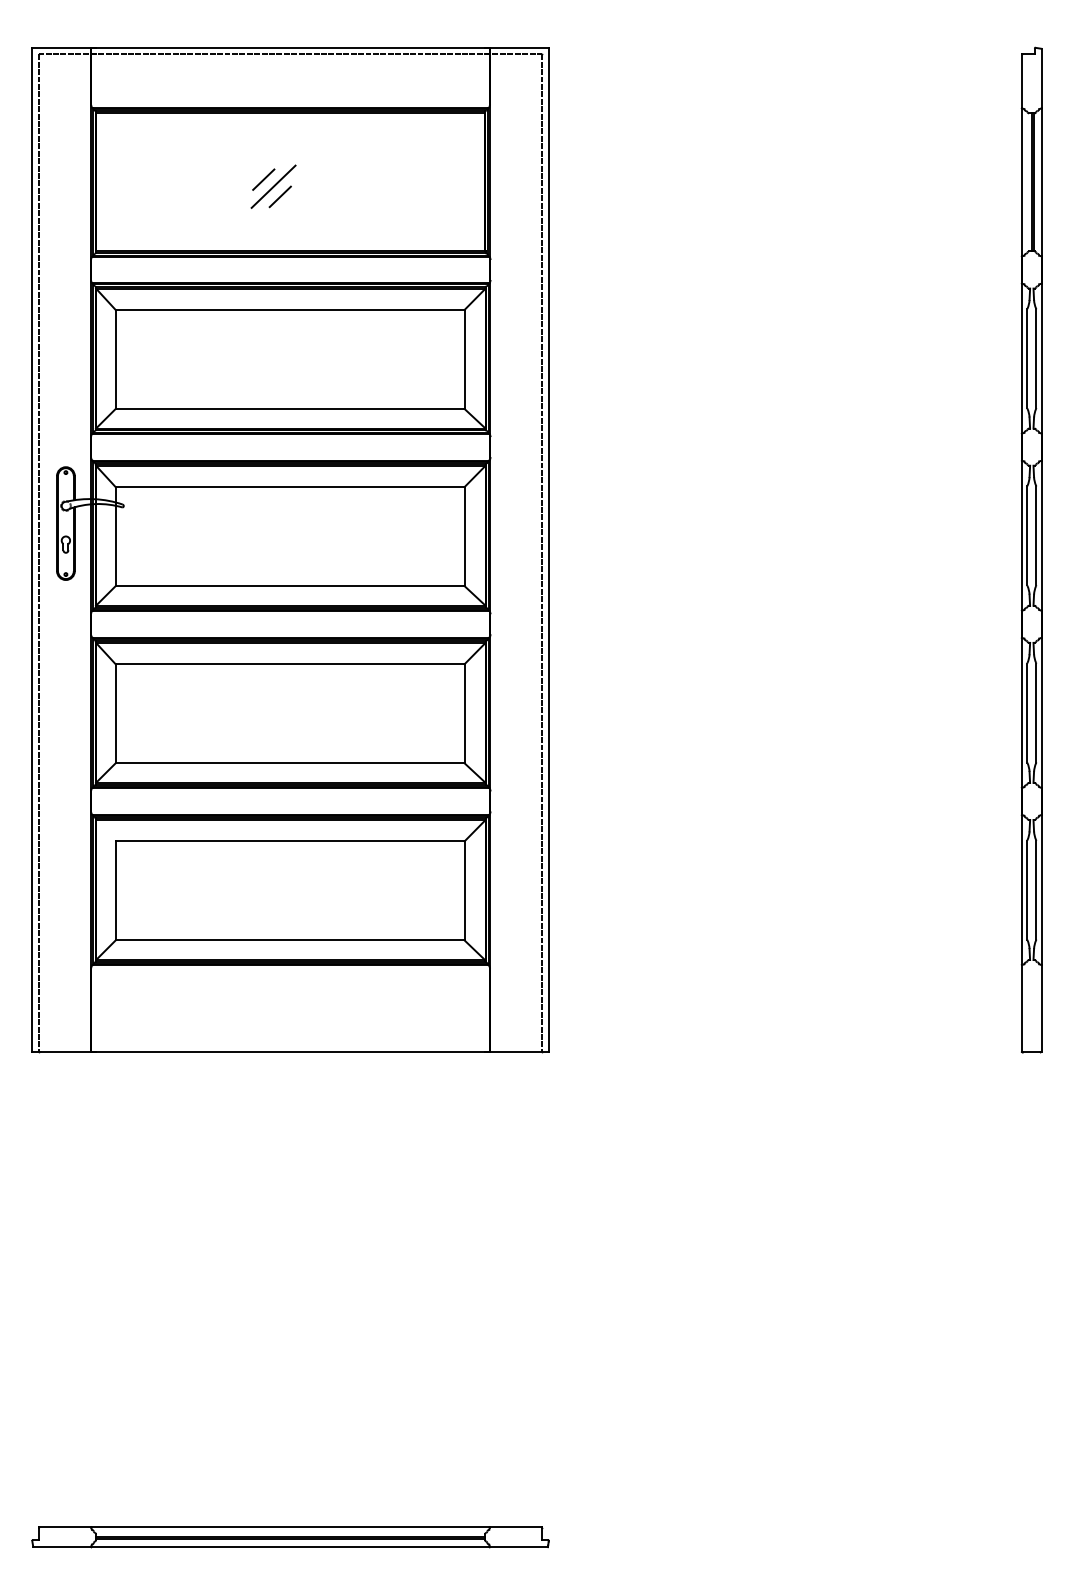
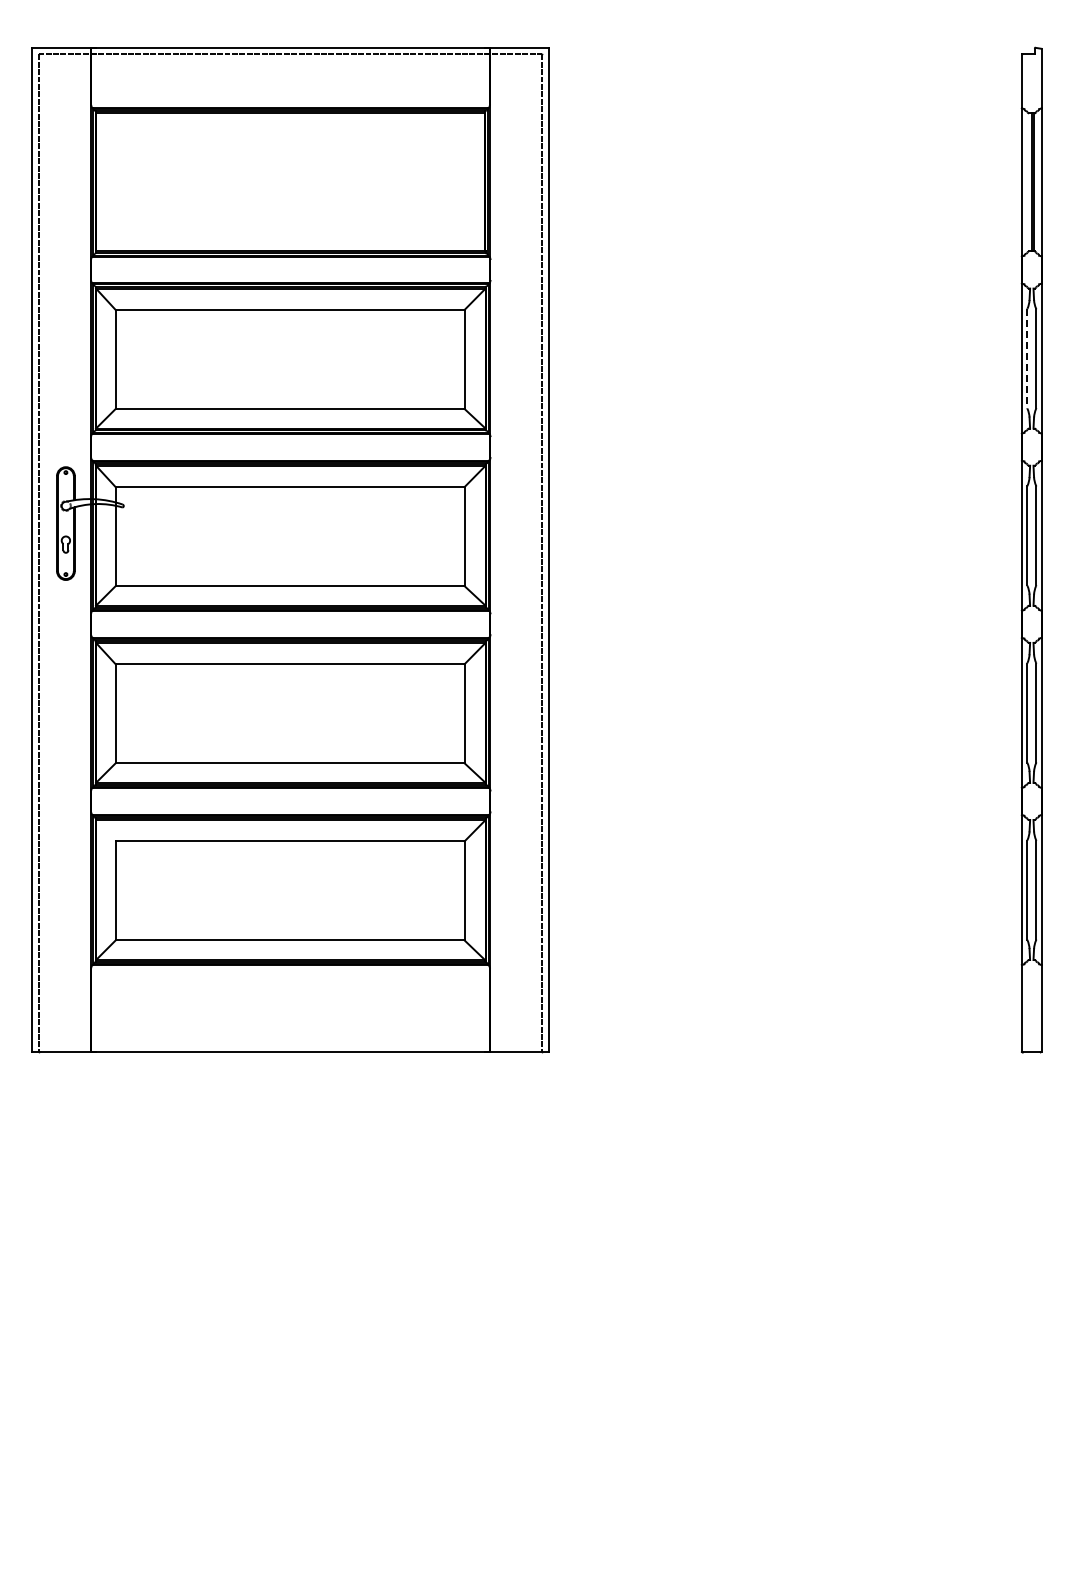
line at (263, 179): present -> none
line at (273, 186): present -> none
line at (279, 196): present -> none
line at (1027, 359): solid -> dashed
part at (290, 1537): present -> none
